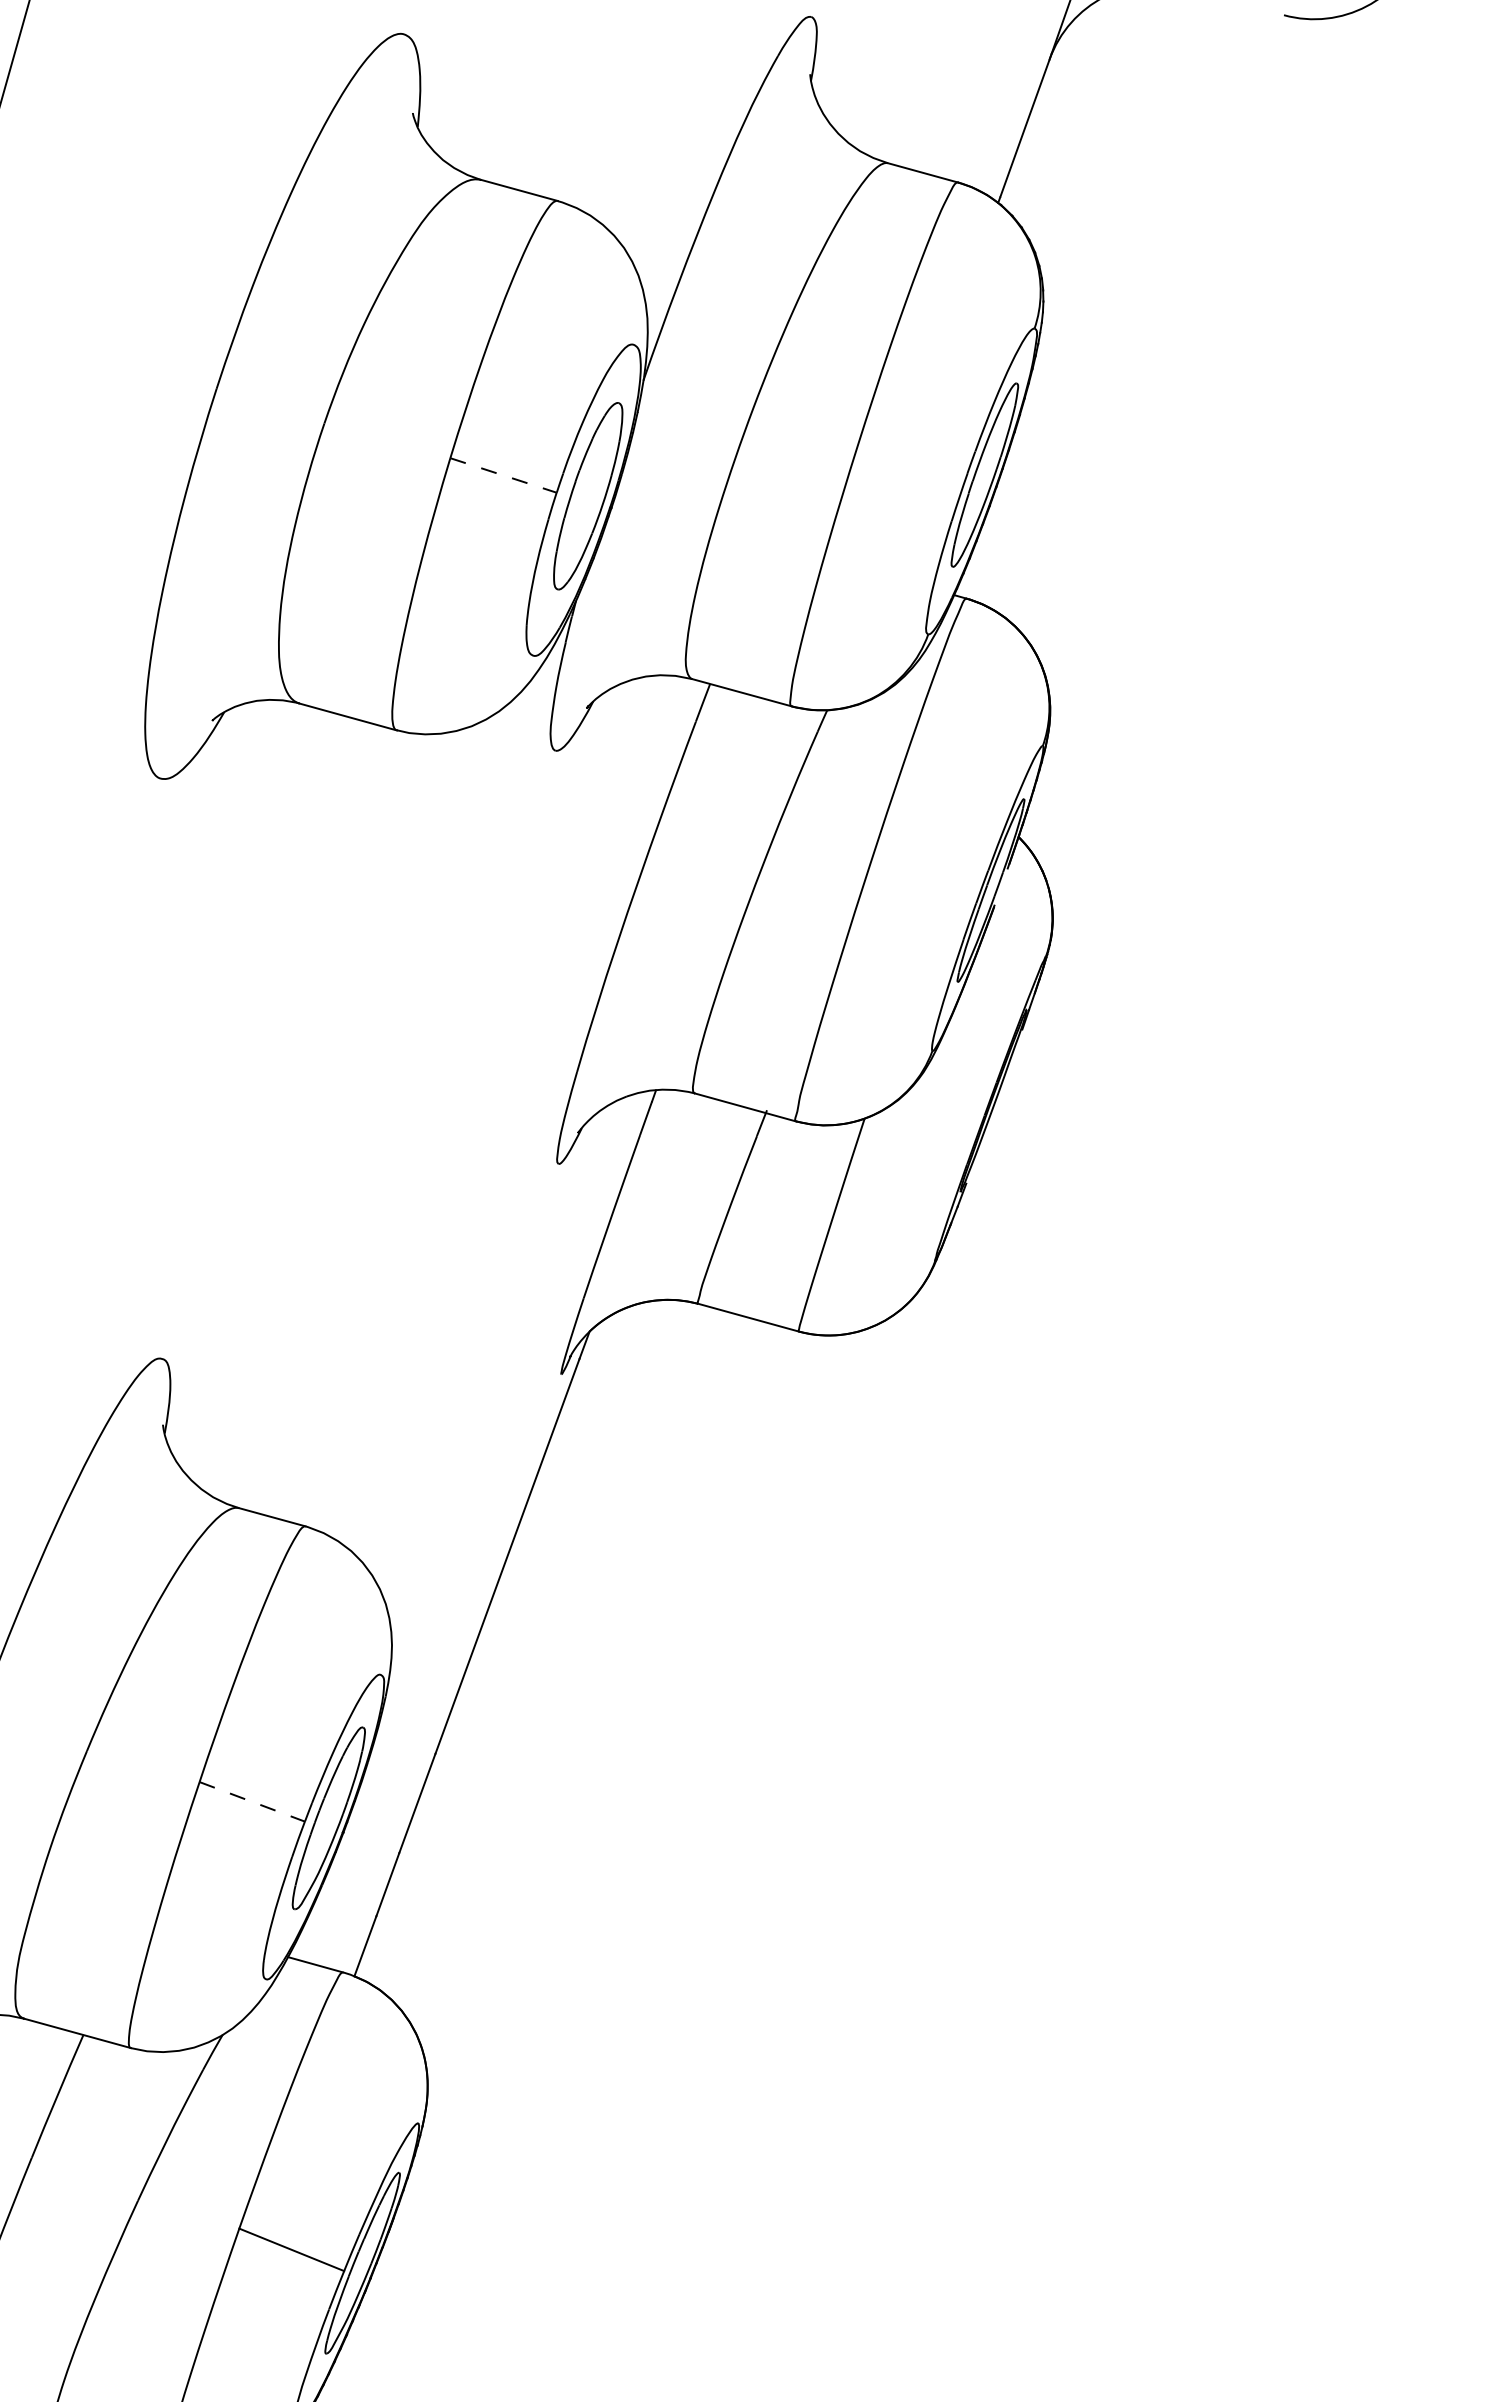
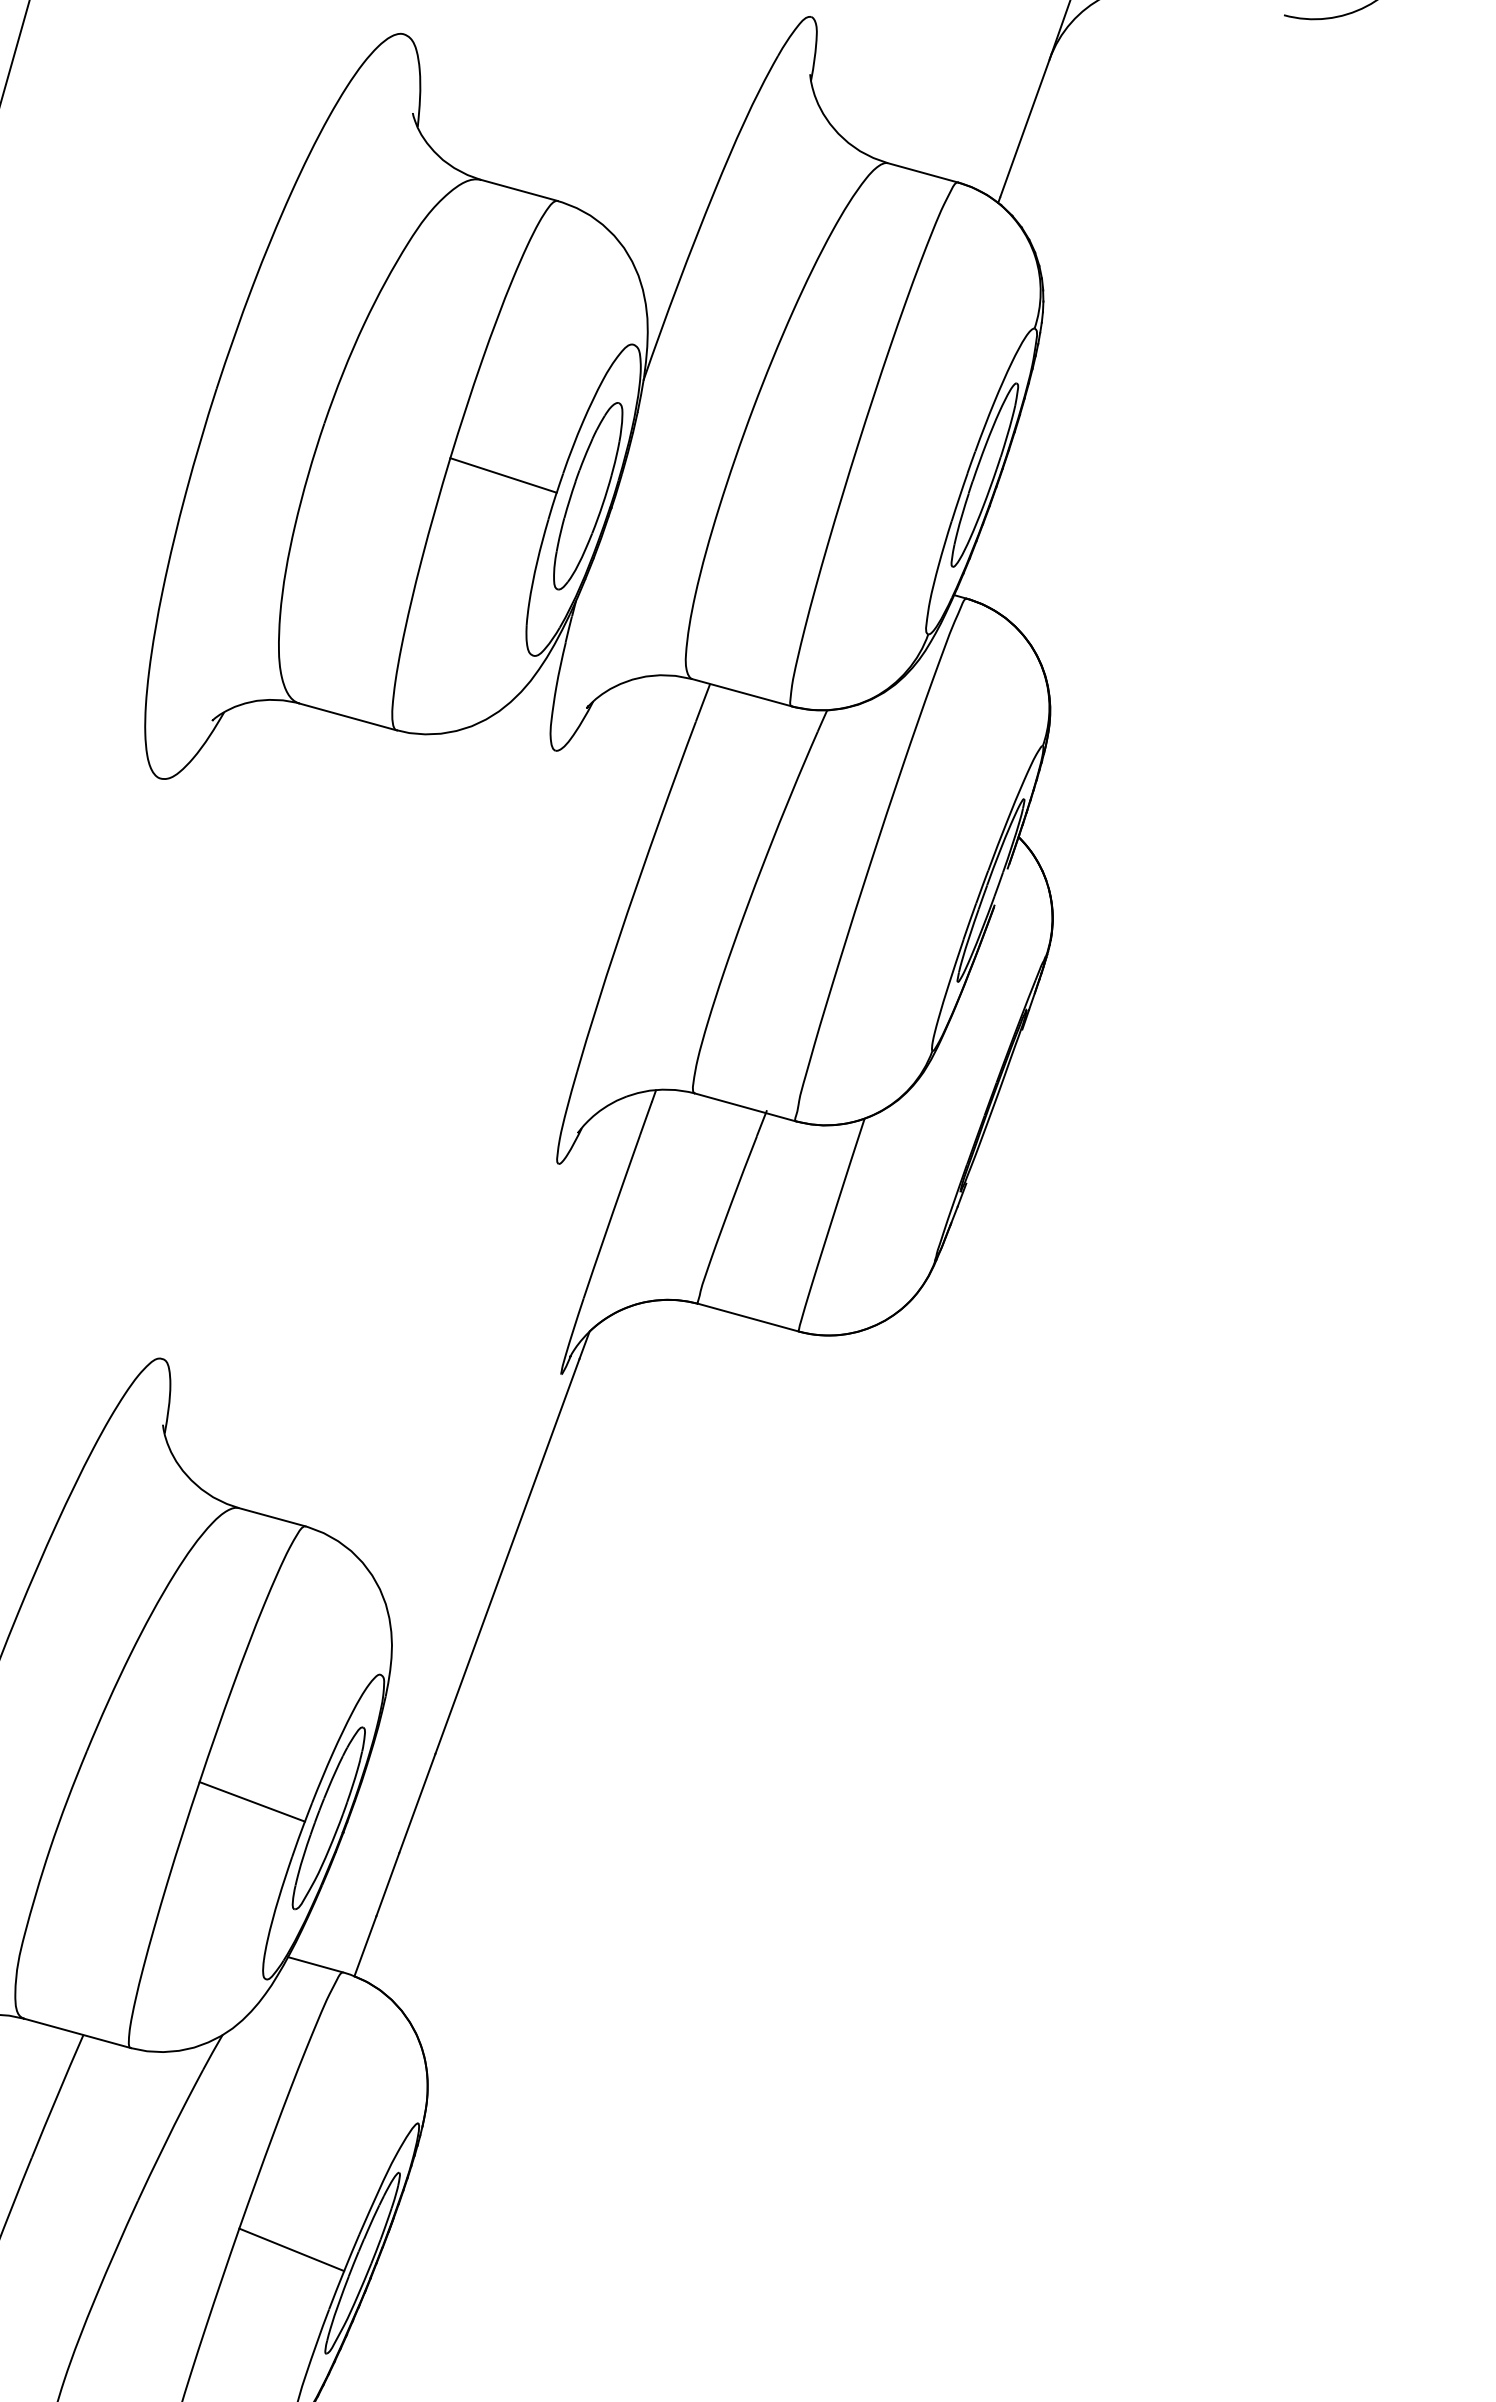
line at (503, 475): dashed -> solid
line at (252, 1802): dashed -> solid
